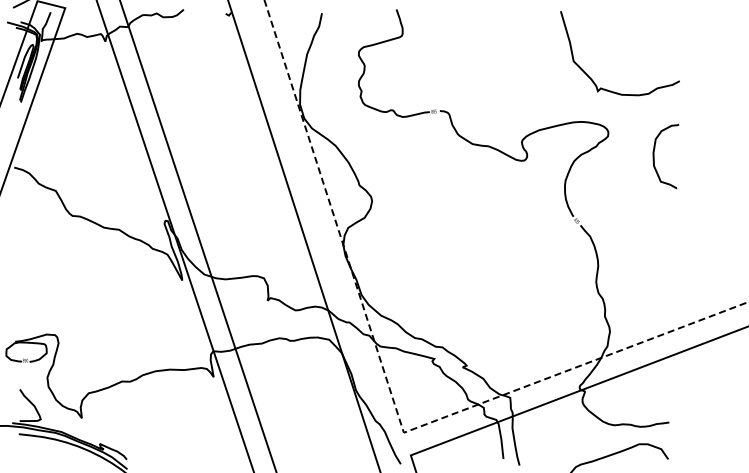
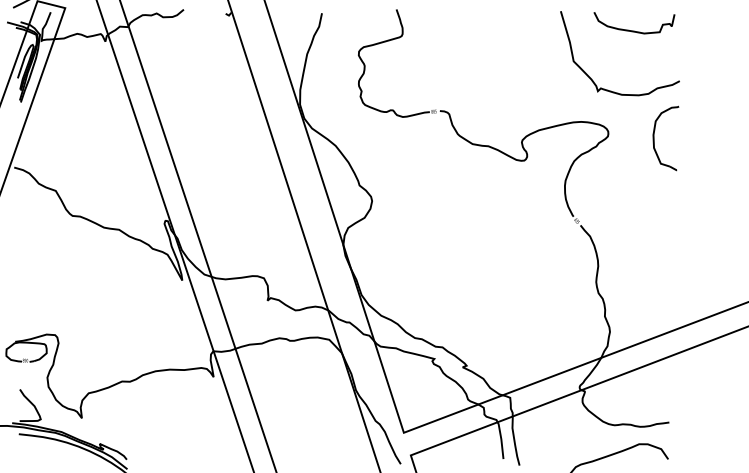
curve at (634, 30): none -> present
part at (654, 156) position: (654, 156) -> (654, 138)
line at (391, 392): dashed -> solid
